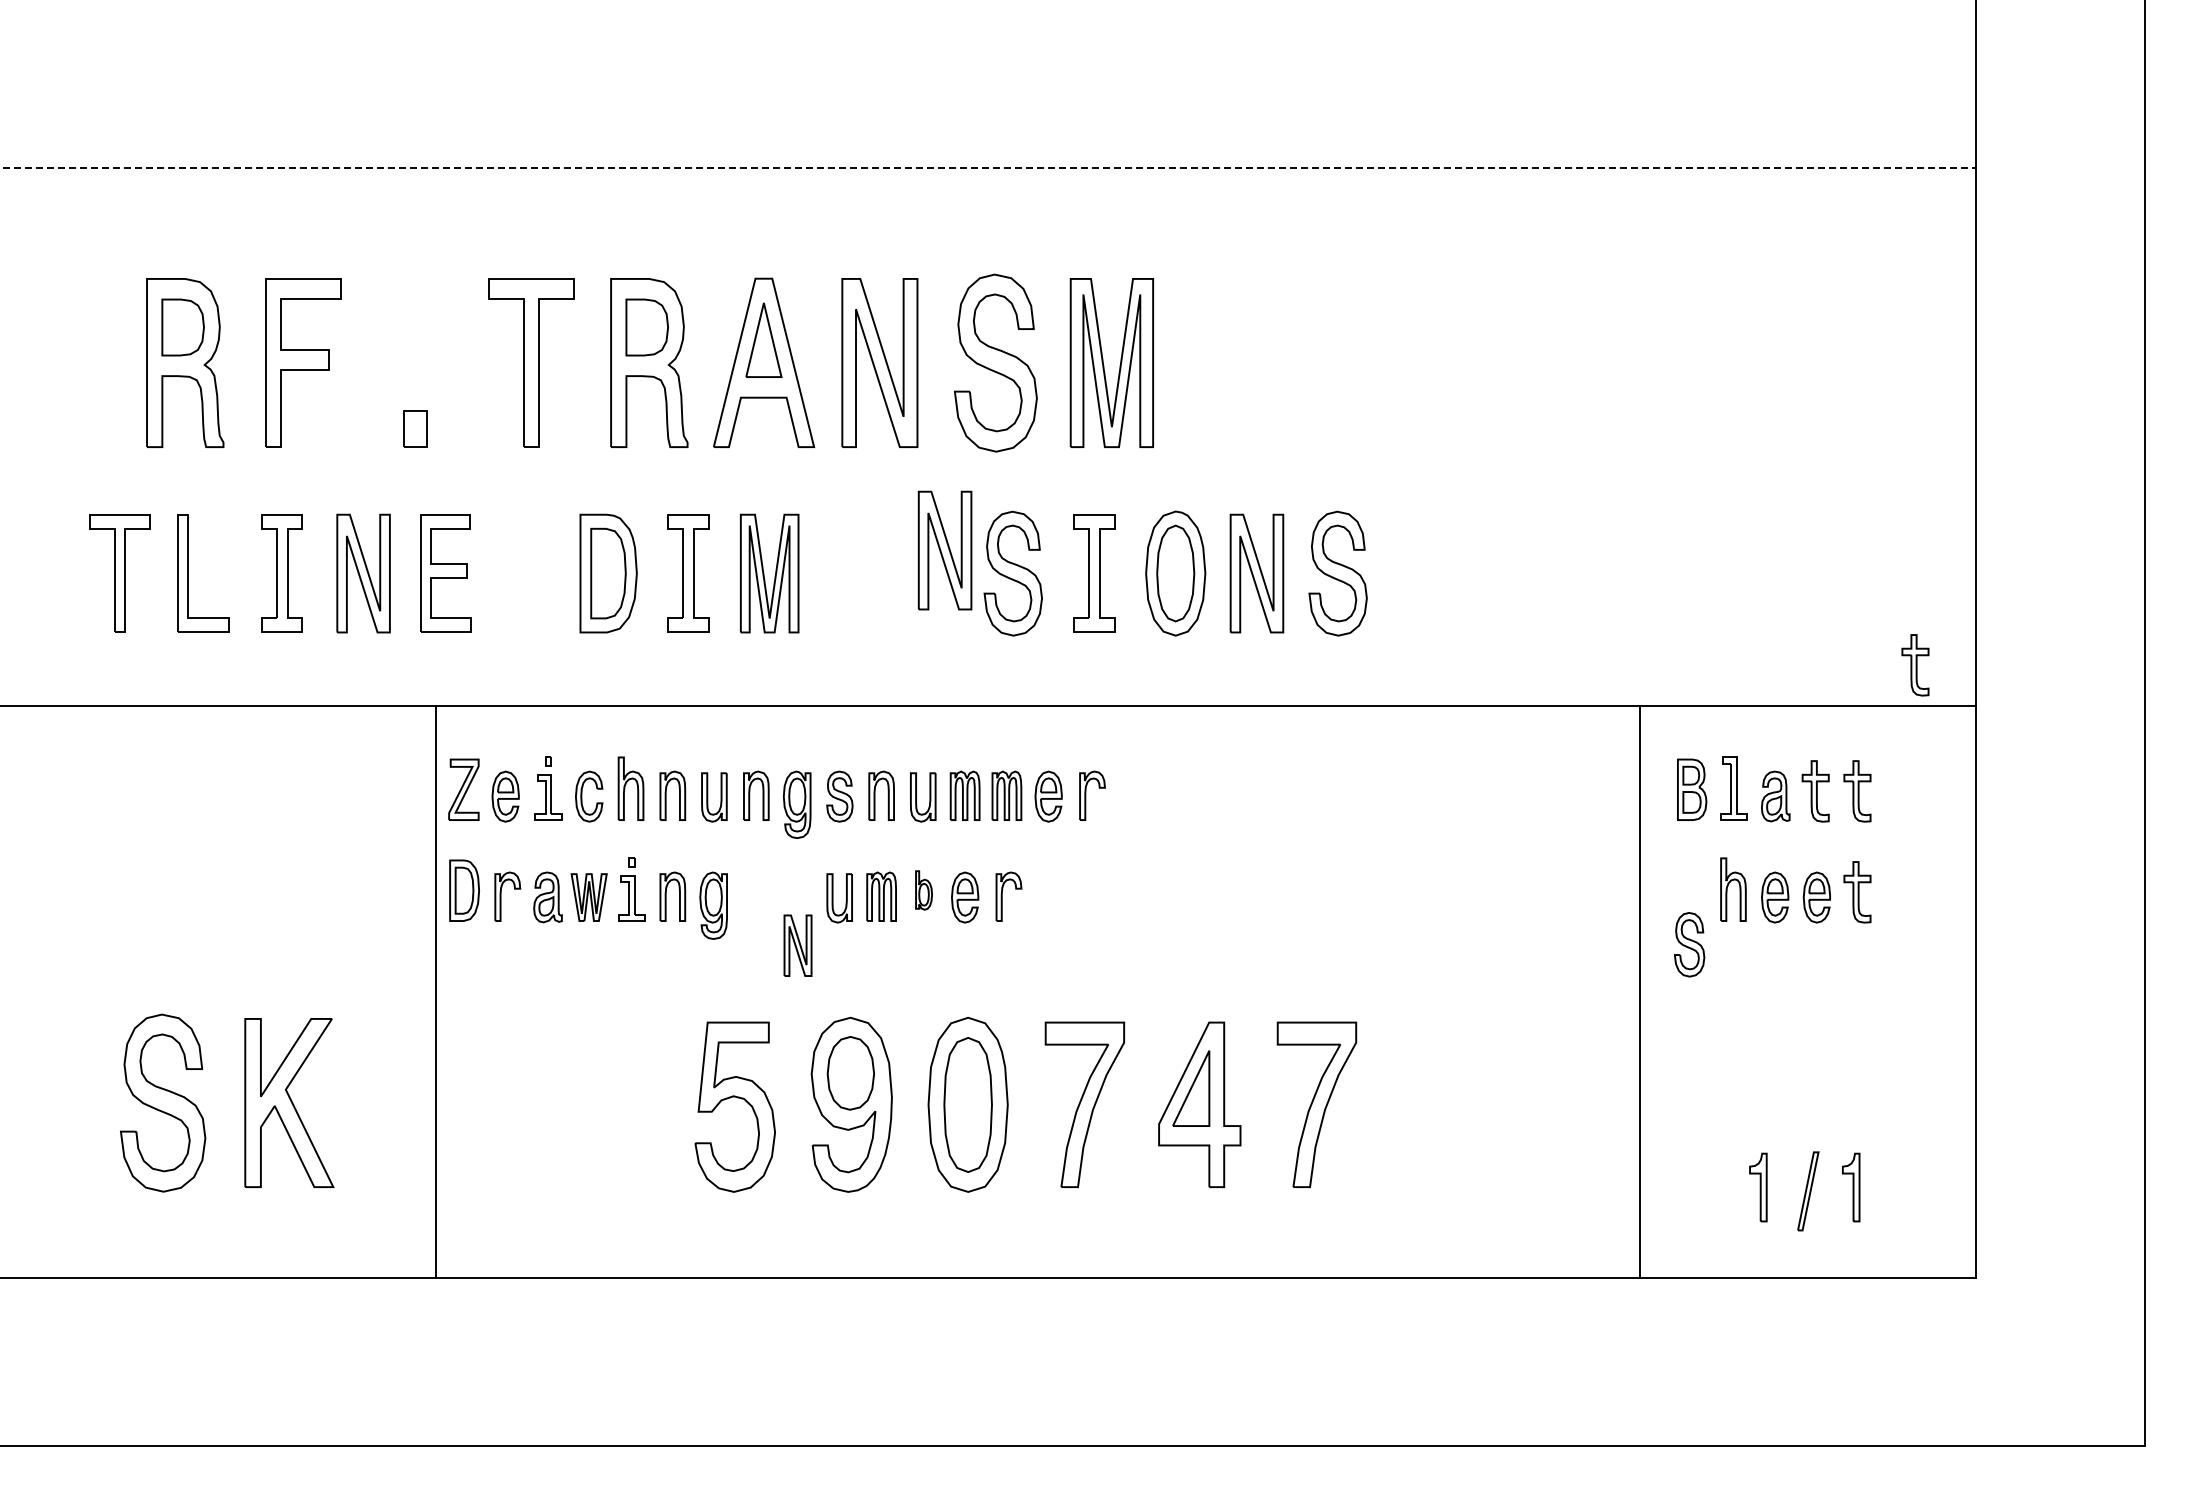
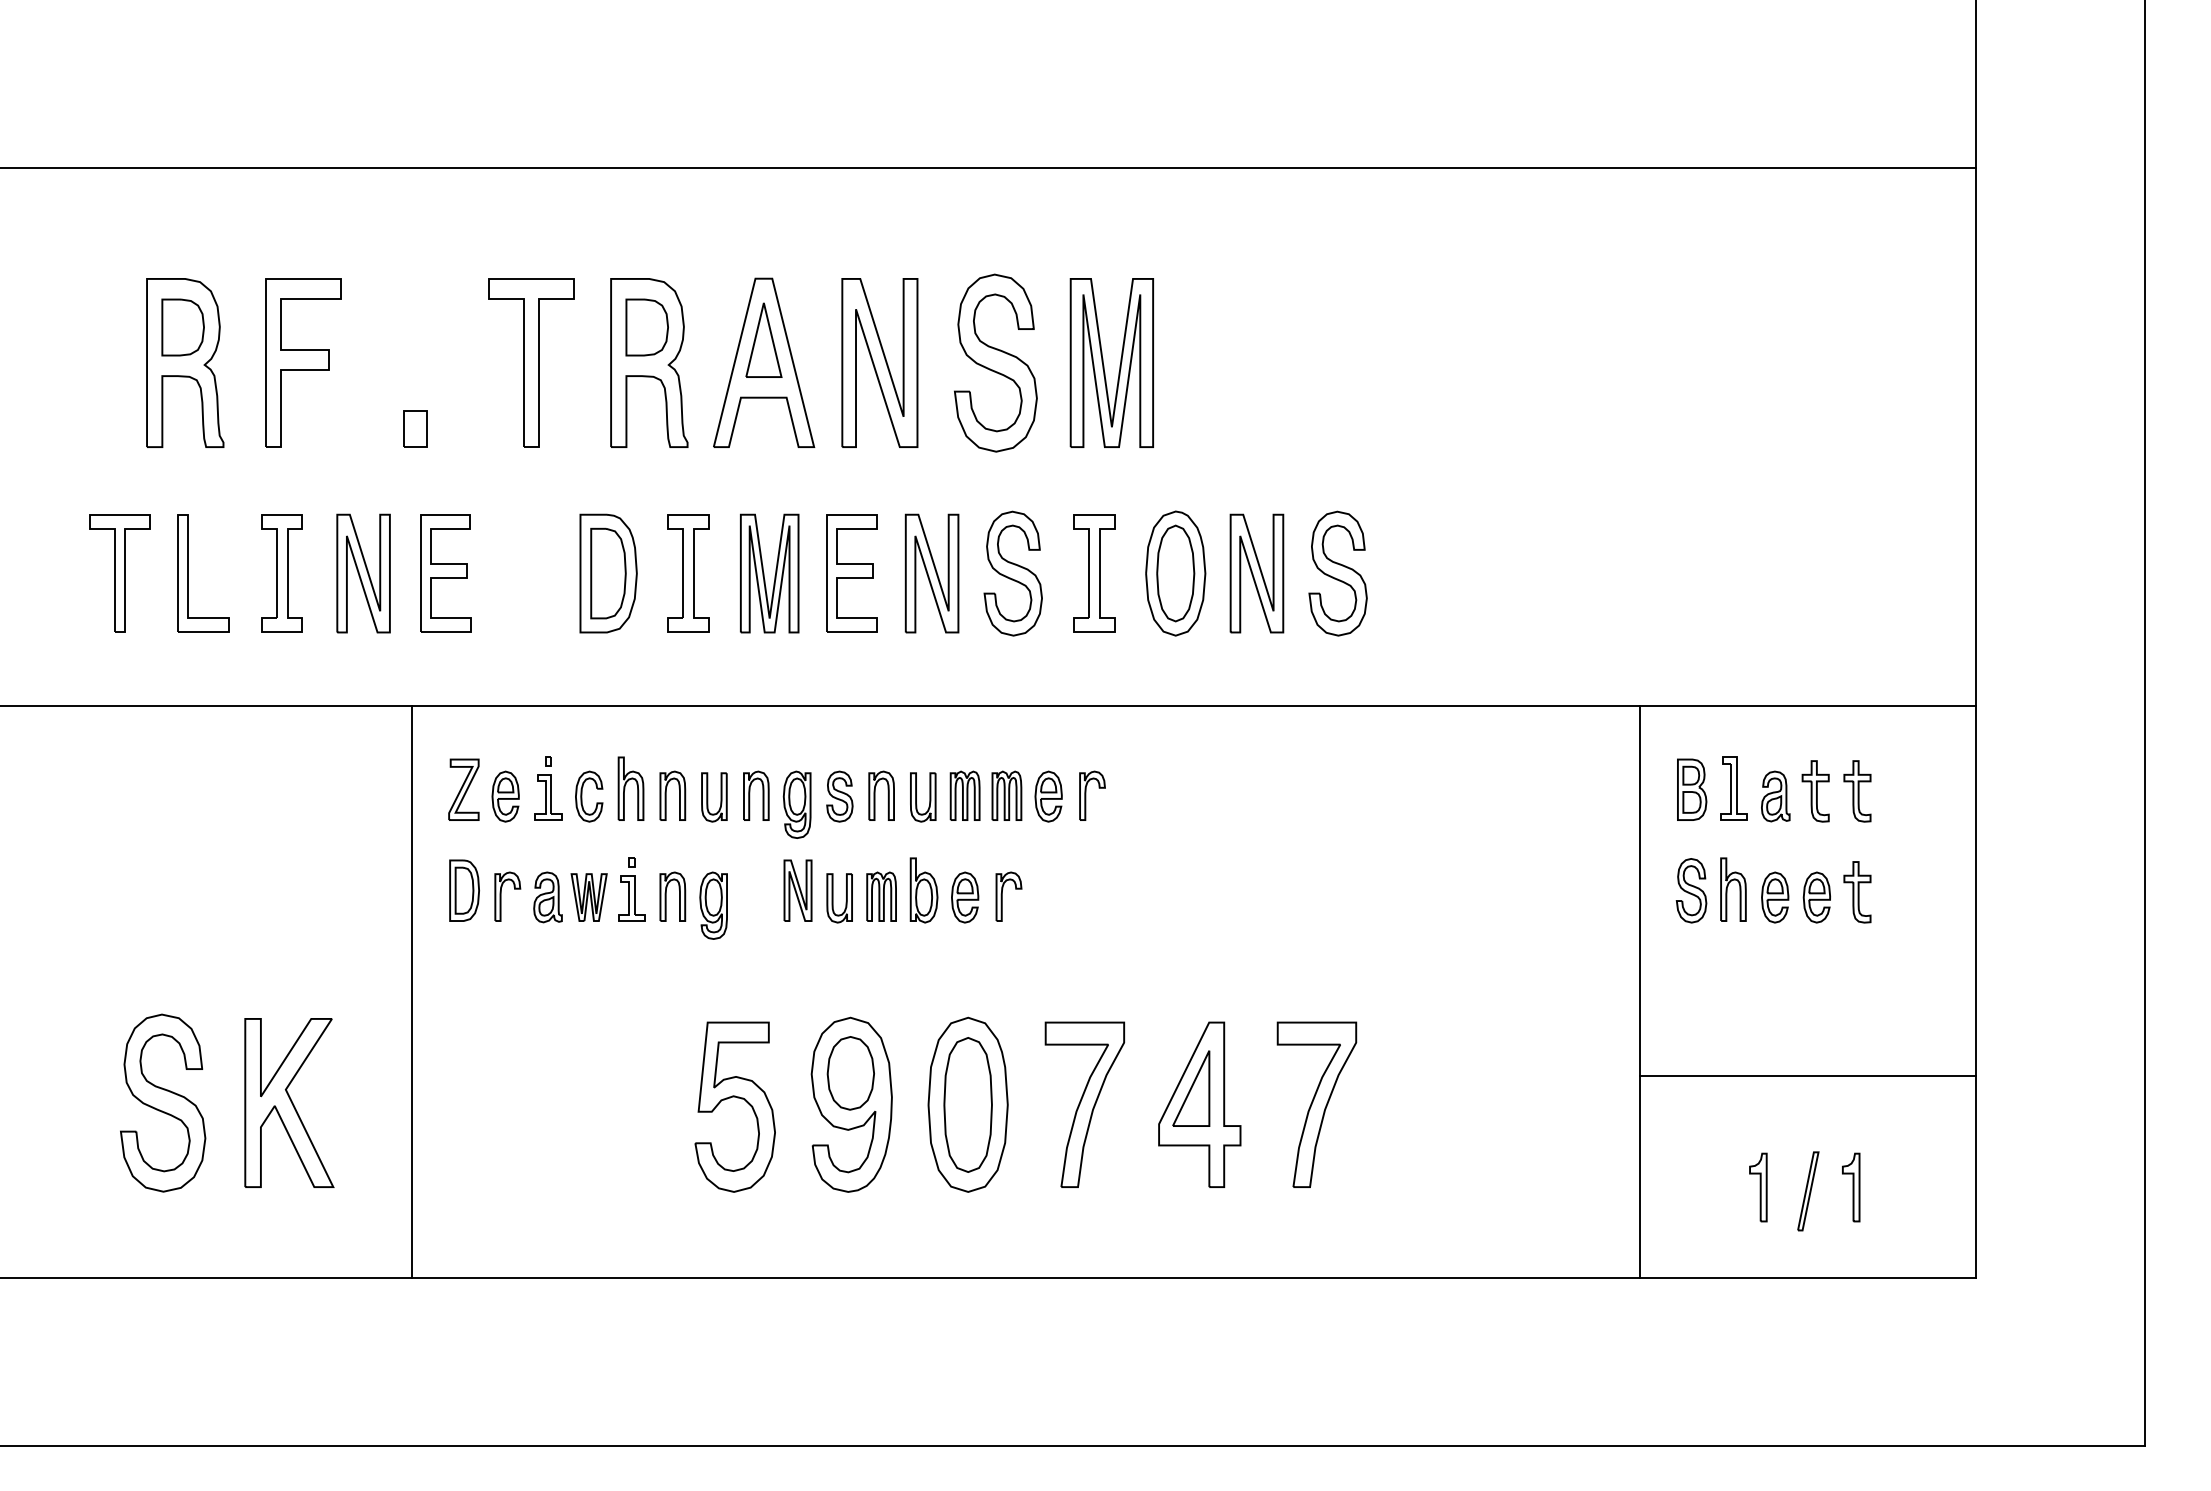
line at (988, 167): dashed -> solid
part at (944, 550) position: (944, 550) -> (931, 573)
part at (851, 573): none -> present
part at (1915, 665): present -> none
part at (923, 890) size: 18x41 px -> 30x67 px
part at (1689, 944) position: (1689, 944) -> (1691, 890)
part at (797, 945) position: (797, 945) -> (797, 890)
line at (436, 991) position: (436, 991) -> (412, 991)
line at (1808, 1076): none -> present
